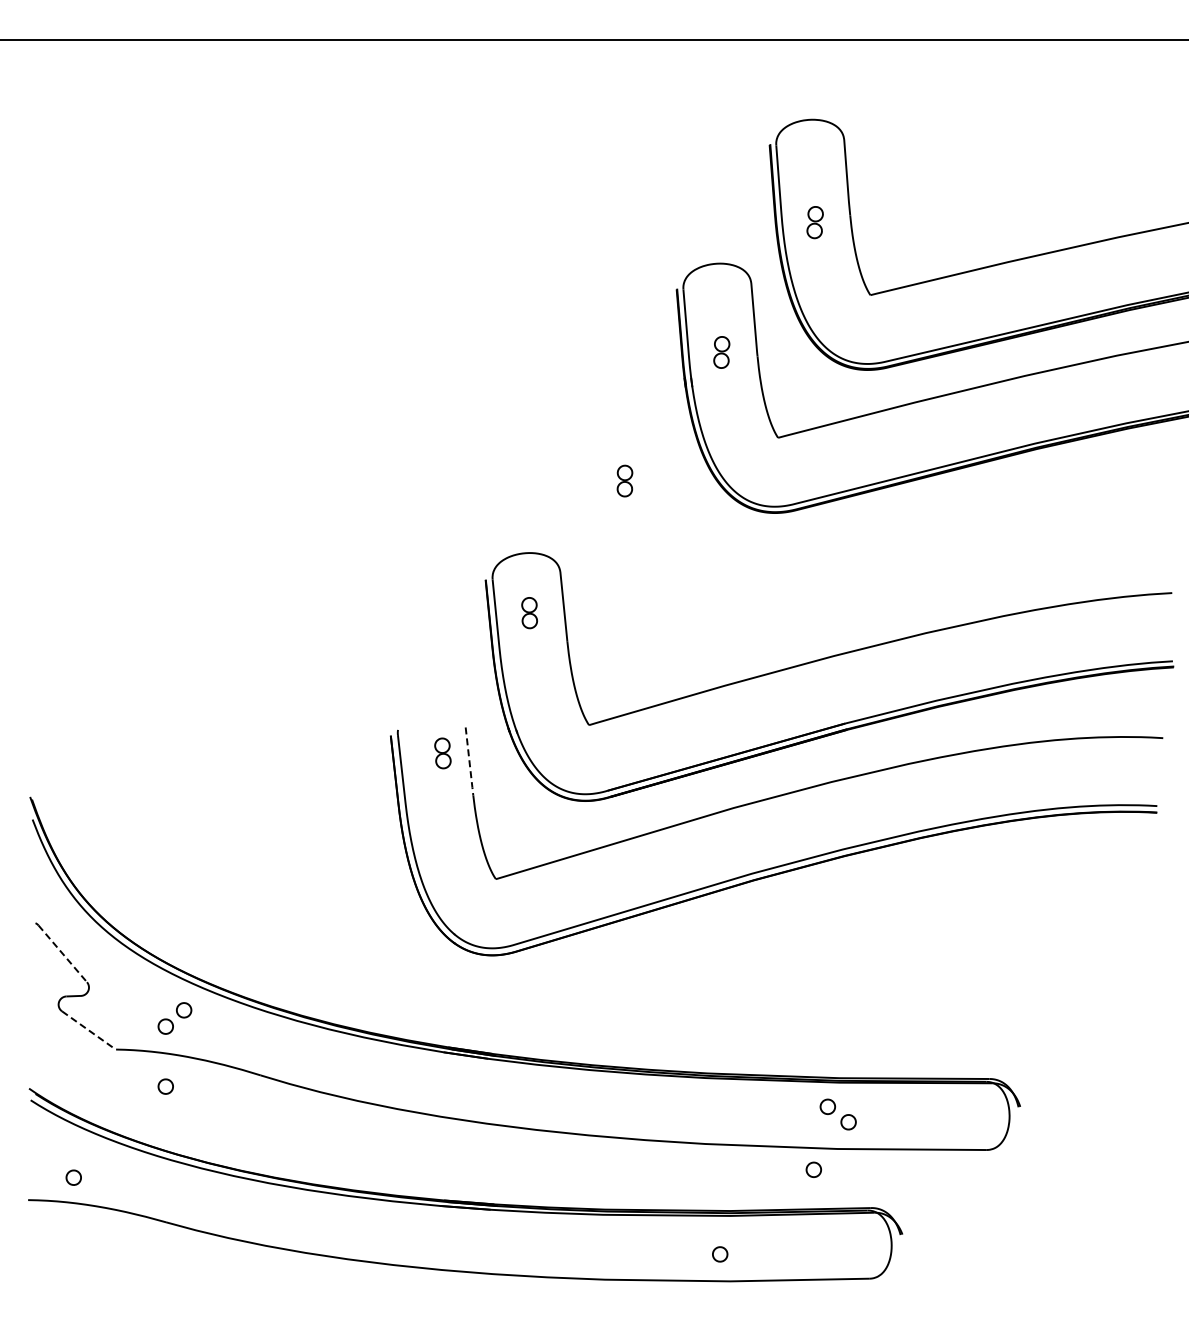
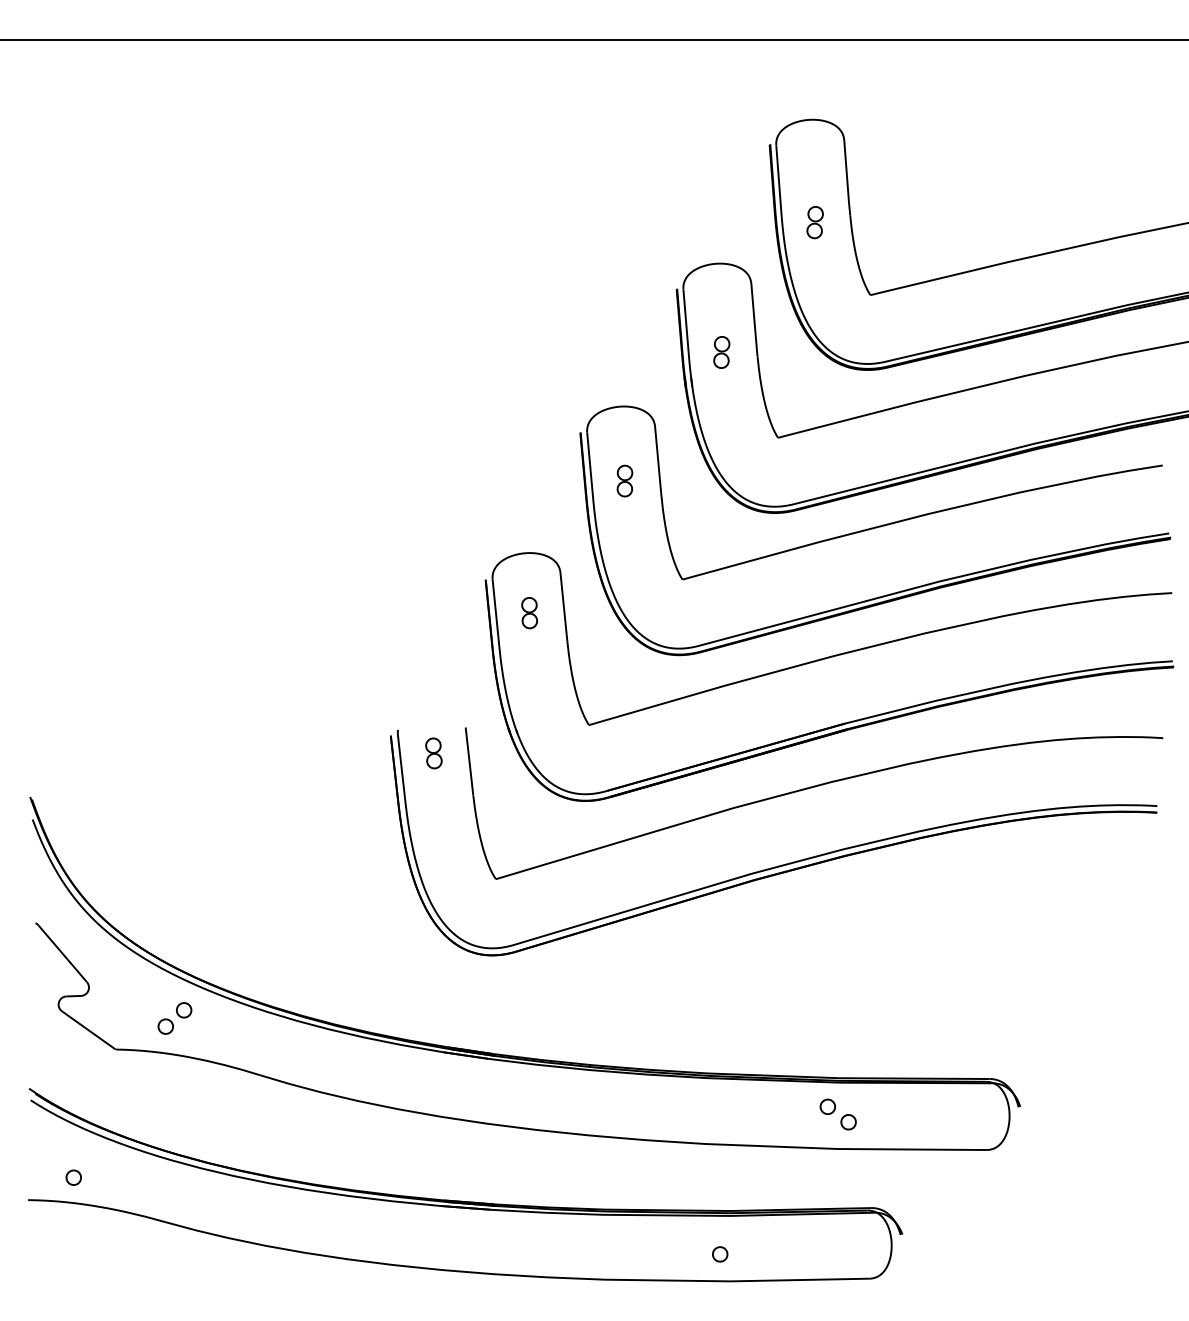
part at (875, 530): none -> present
part at (442, 753) position: (442, 753) -> (433, 753)
line at (469, 762): dashed -> solid
line at (63, 954): dashed -> solid
line at (88, 1030): dashed -> solid
part at (165, 1086): present -> none
part at (813, 1169): present -> none
